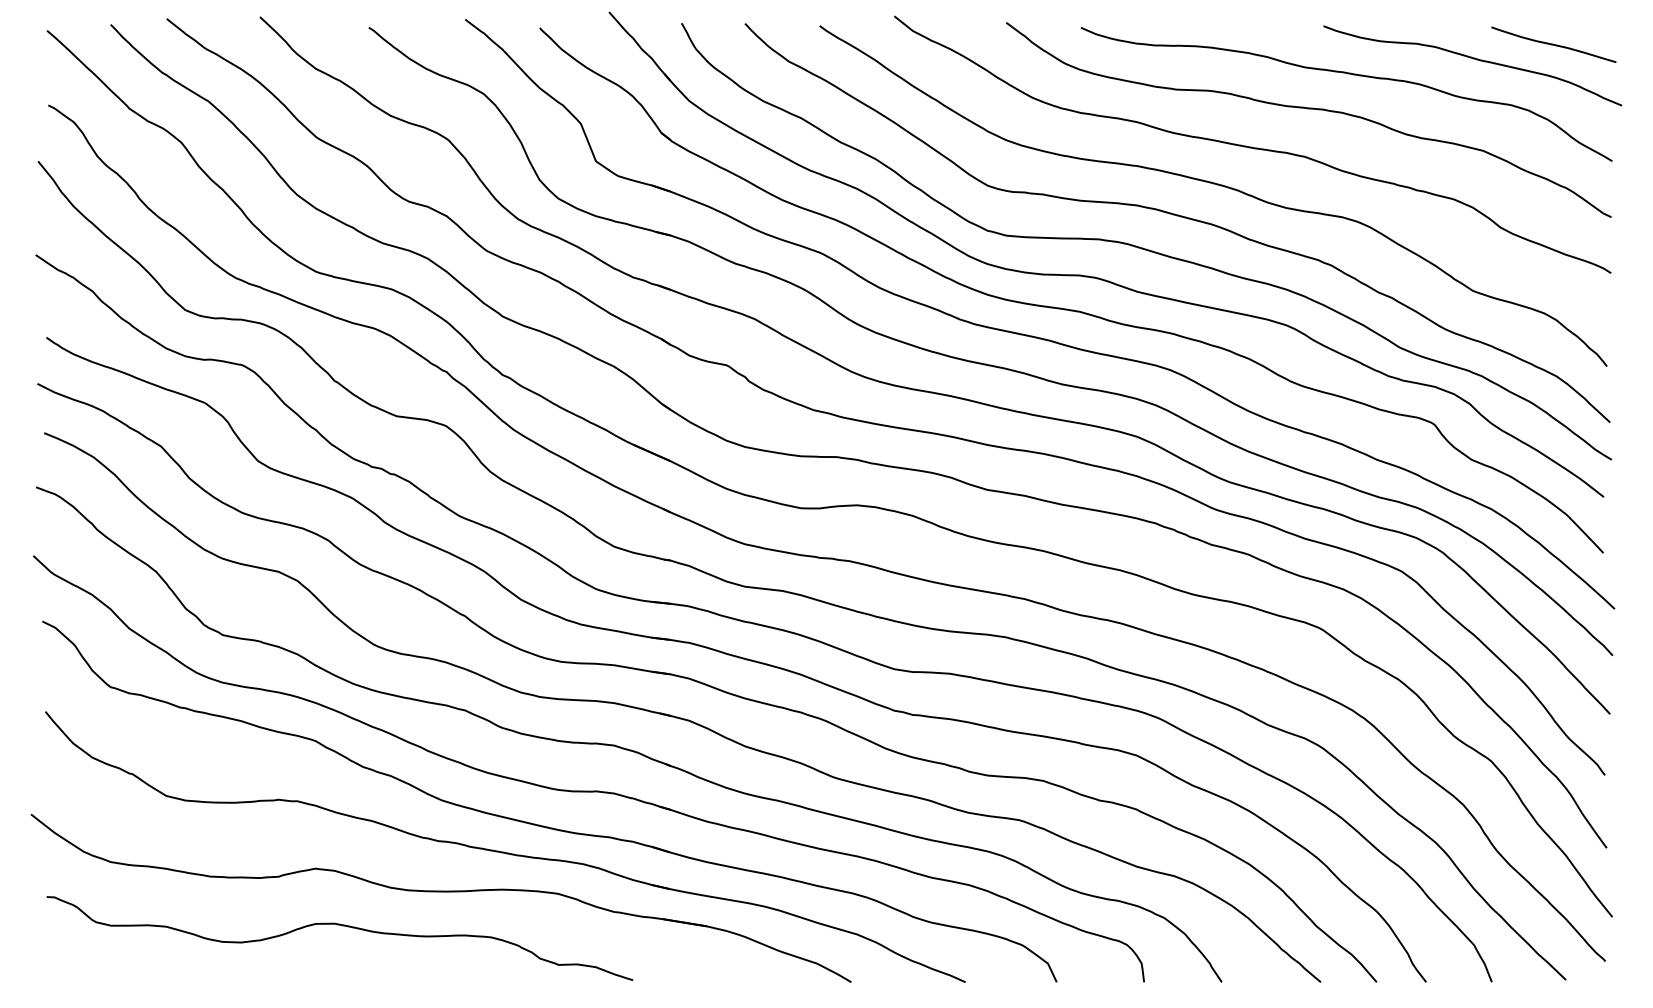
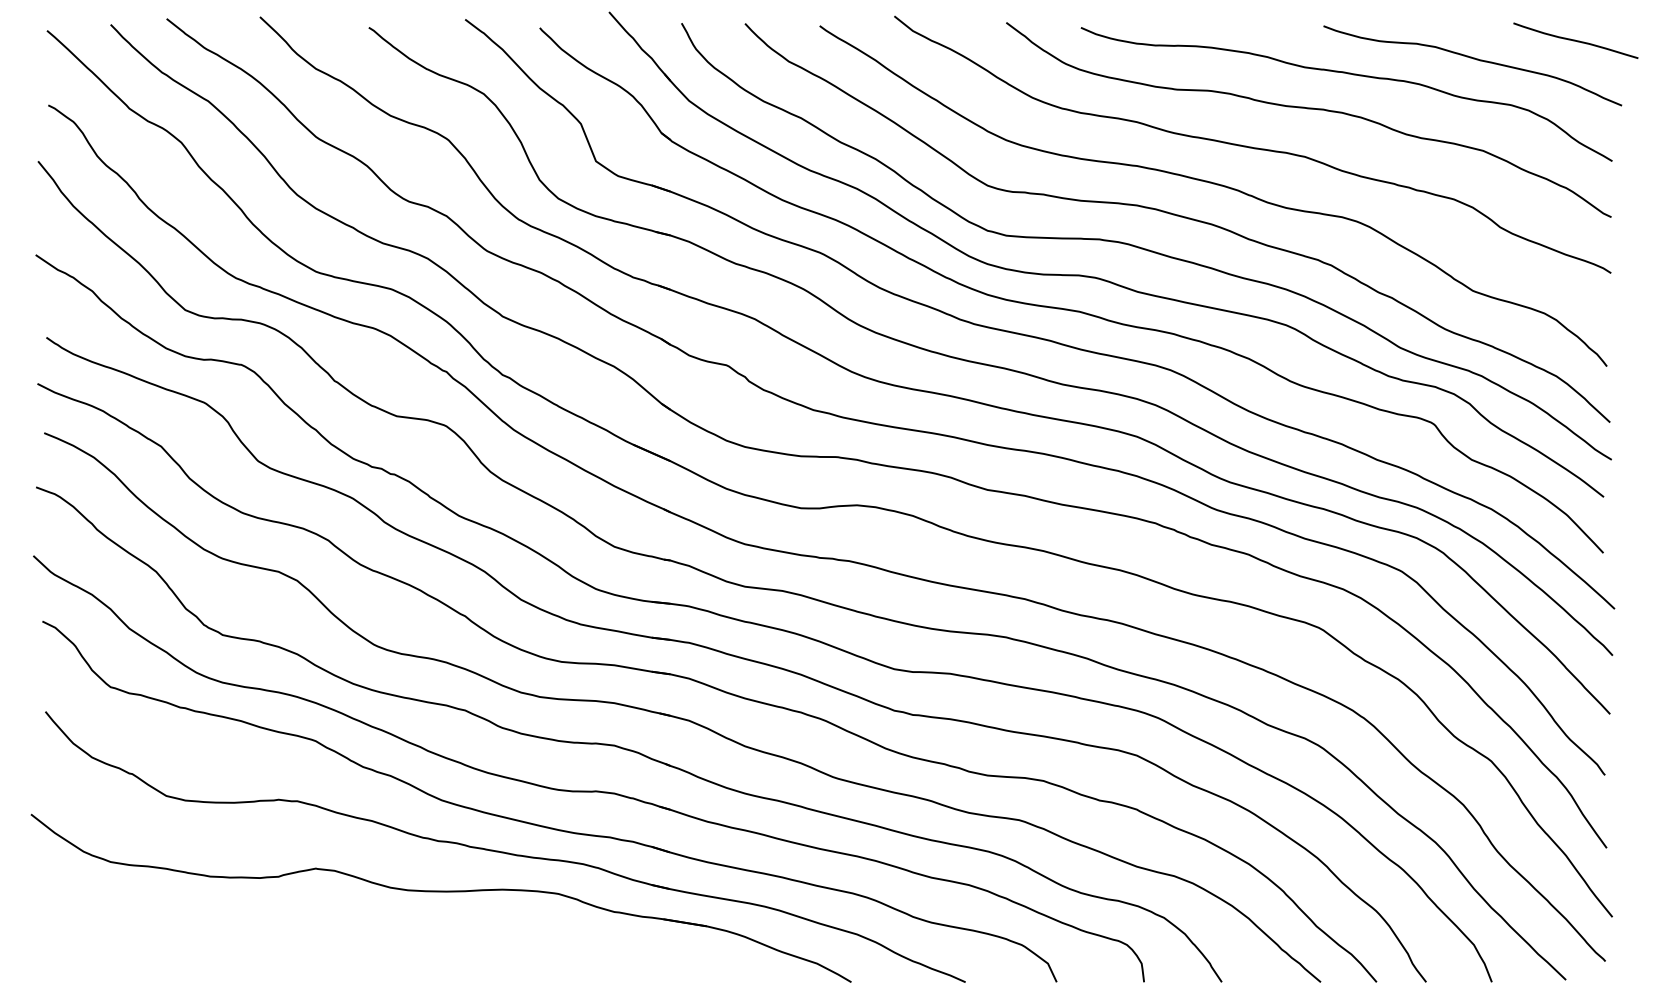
curve at (1553, 44) position: (1553, 44) -> (1575, 40)
curve at (342, 926): present -> none
